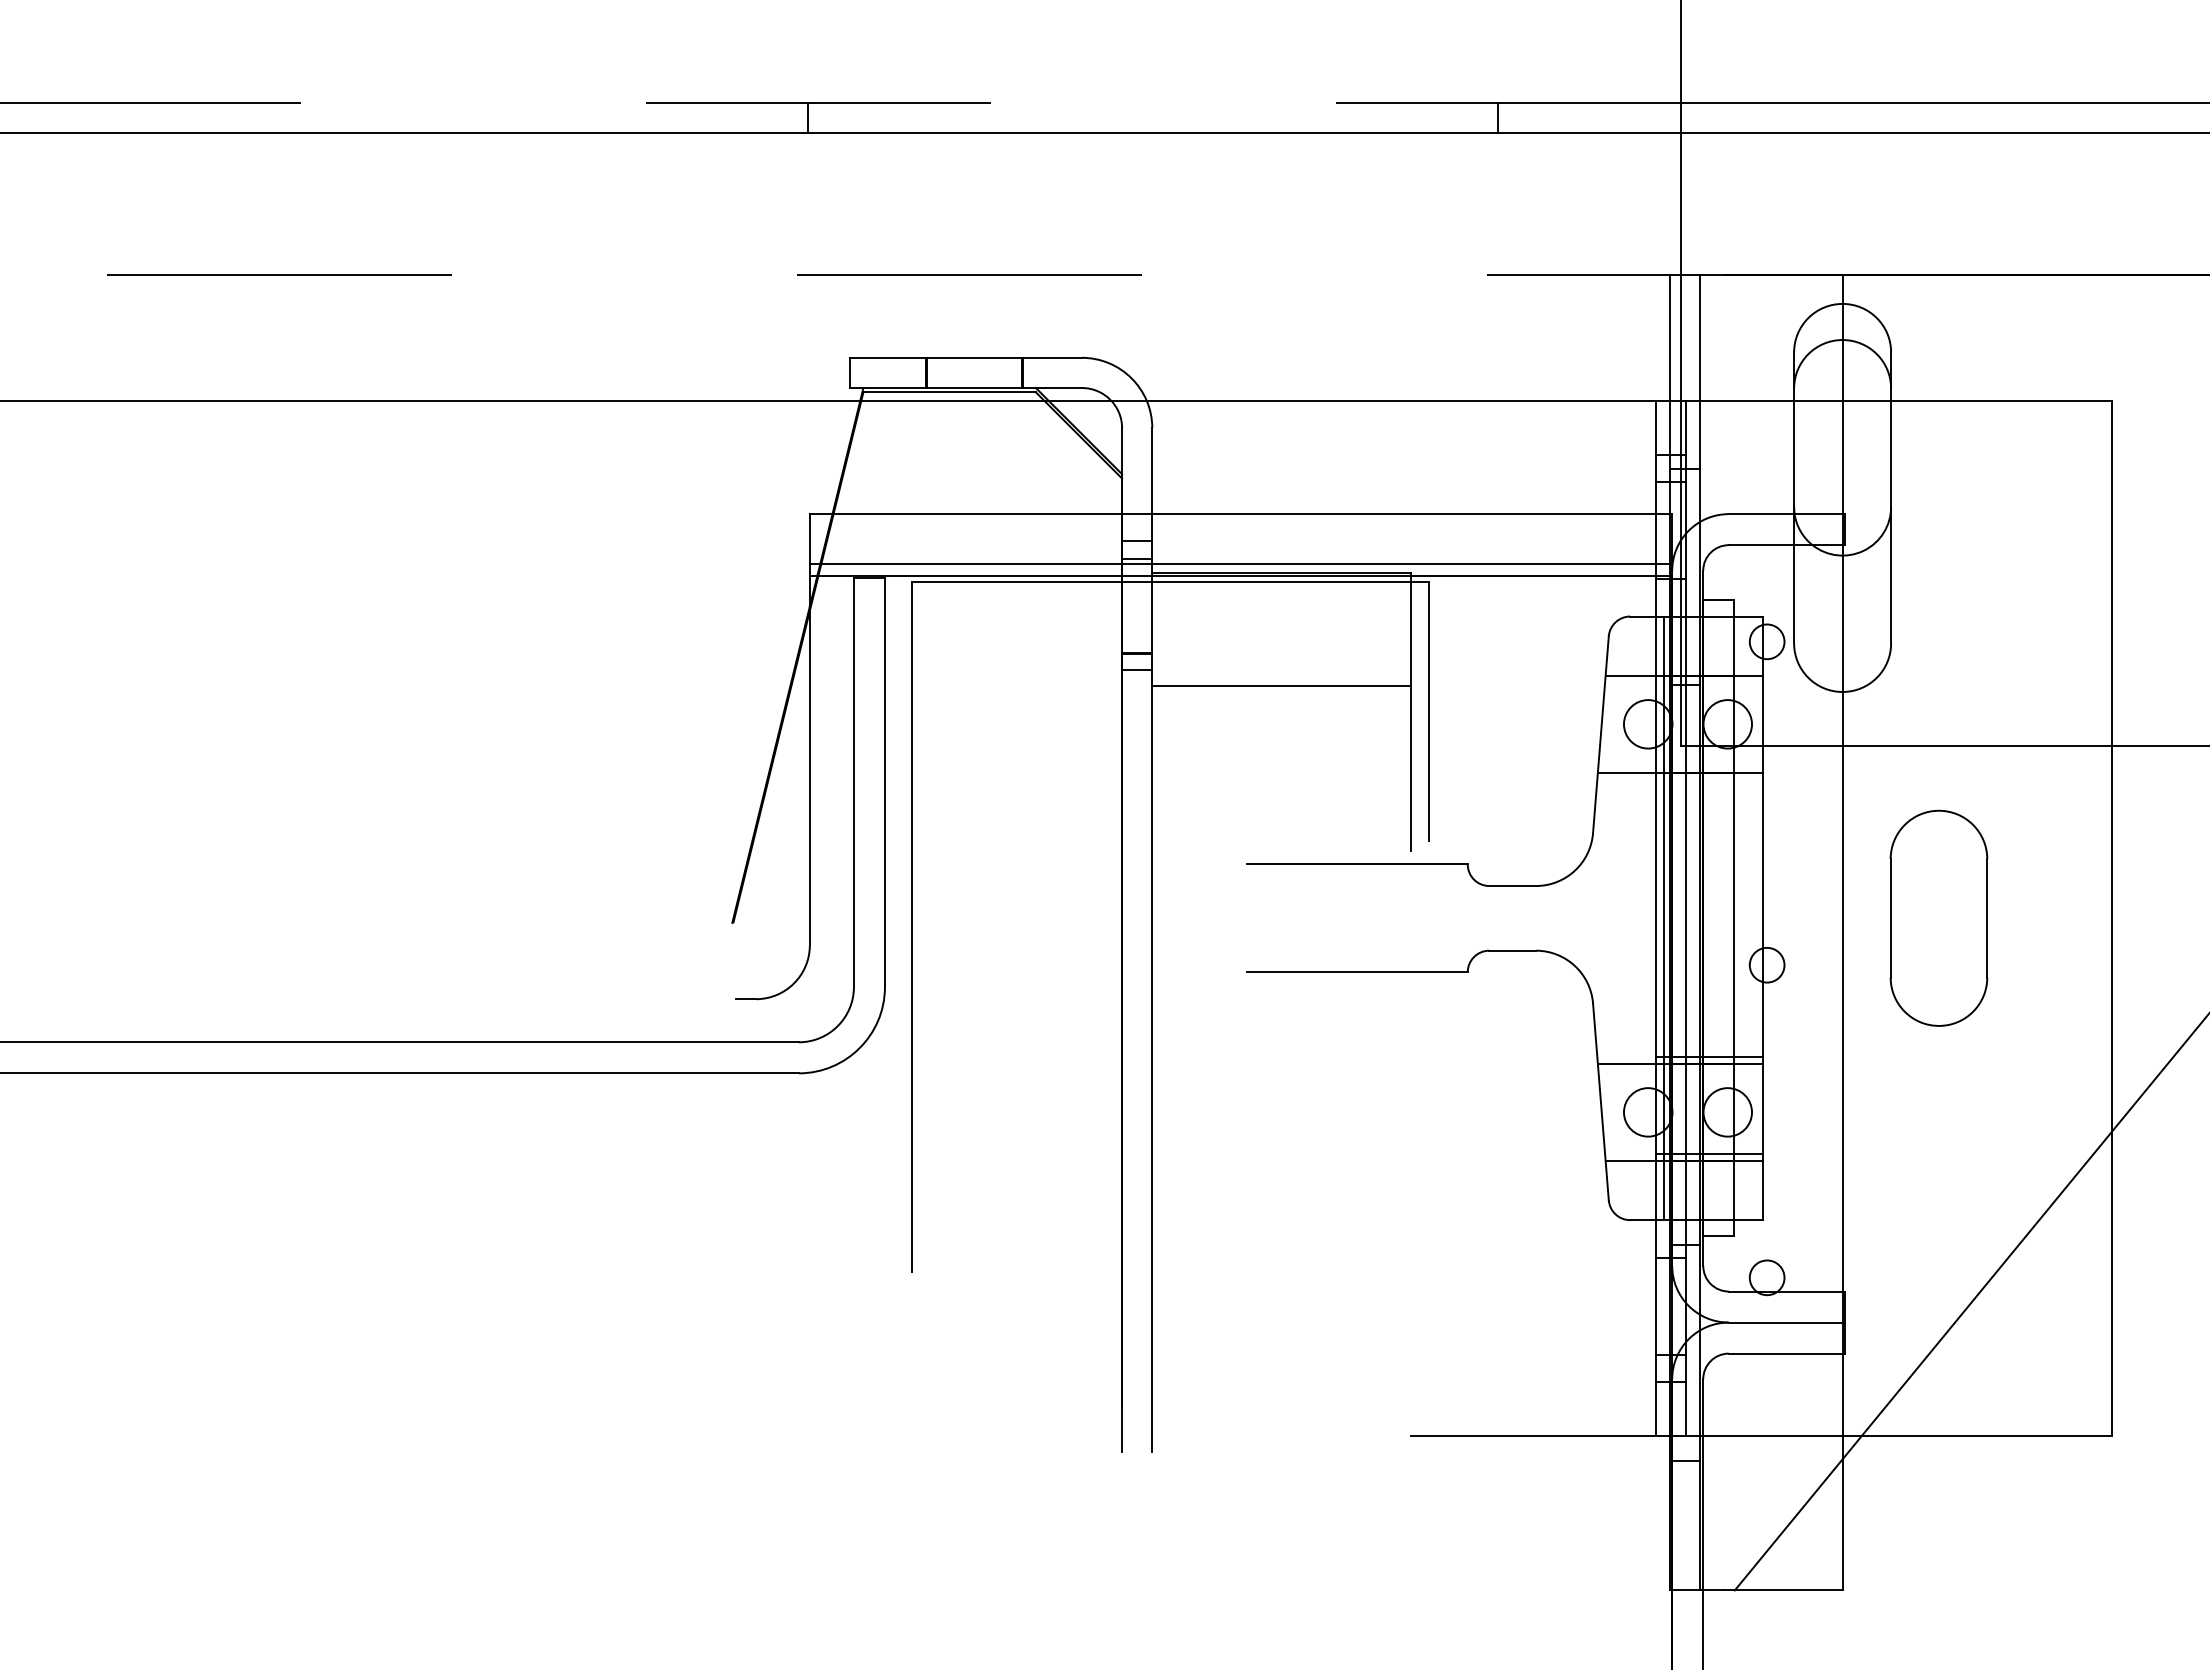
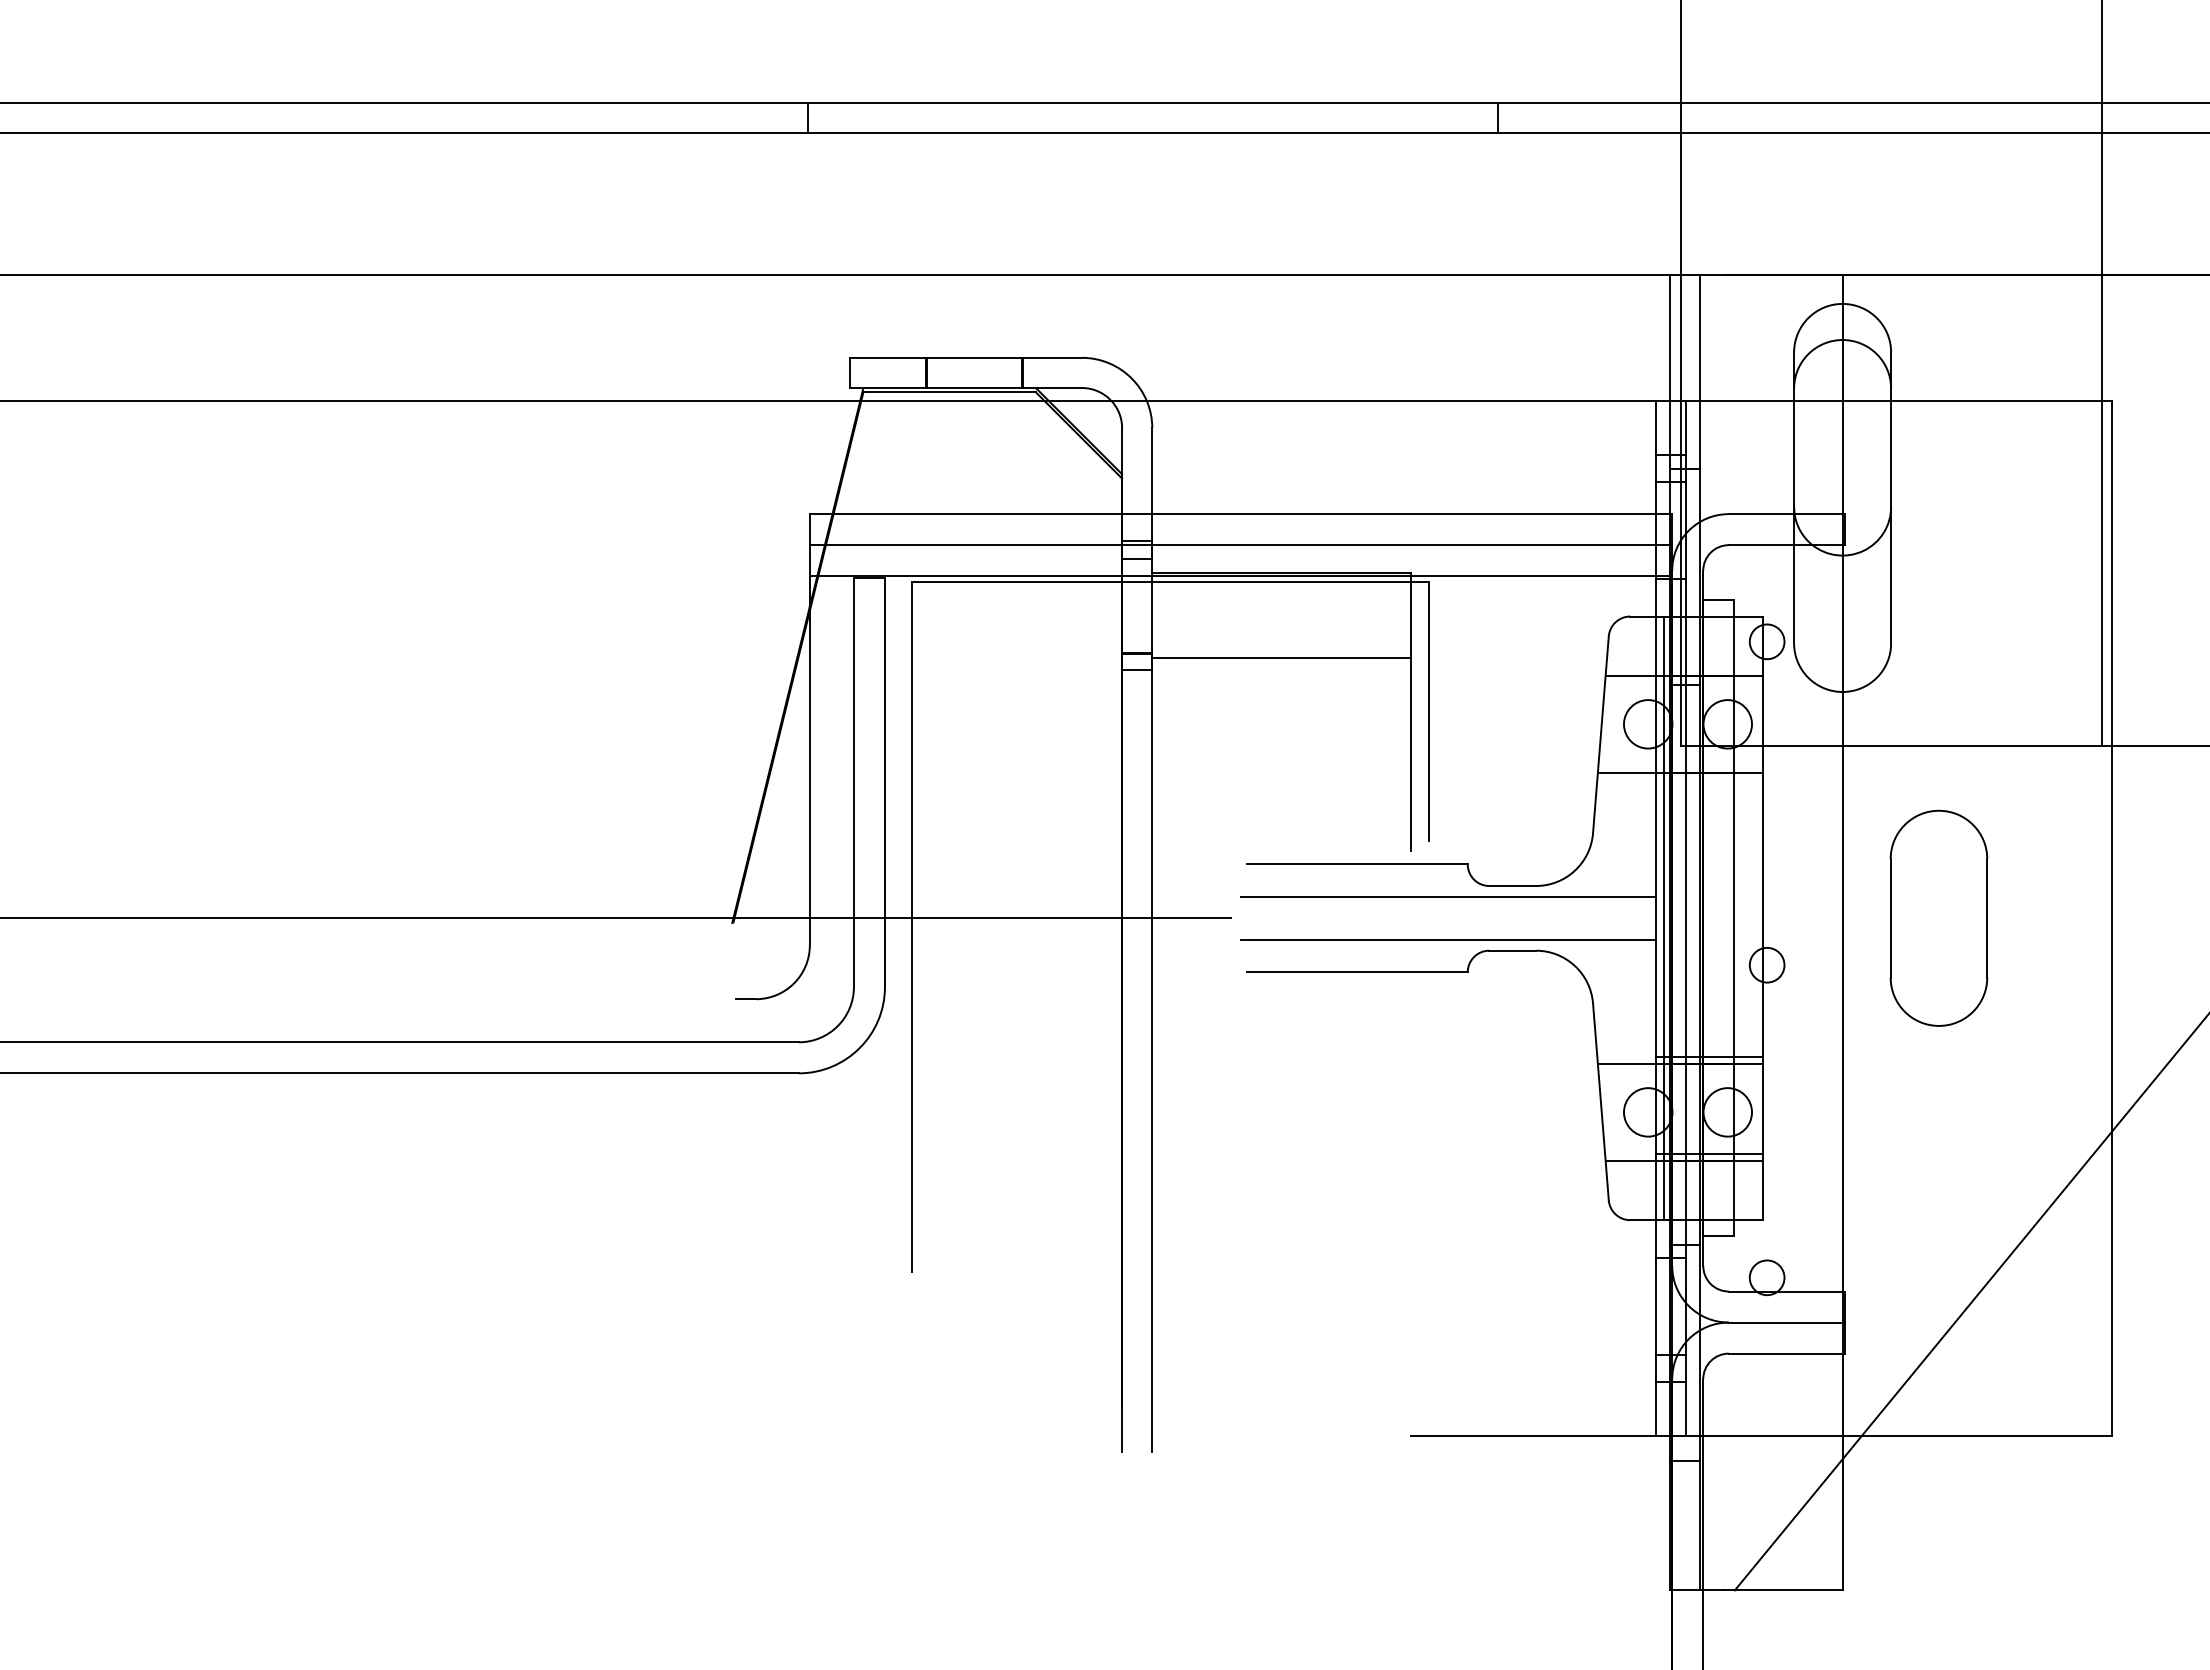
line at (840, 102): dashed -> solid
line at (841, 275): dashed -> solid
line at (2101, 373): none -> present
line at (1240, 564) position: (1240, 564) -> (1240, 545)
line at (1281, 686) position: (1281, 686) -> (1281, 658)
line at (1448, 896): none -> present
line at (616, 918): none -> present
line at (1448, 939): none -> present
